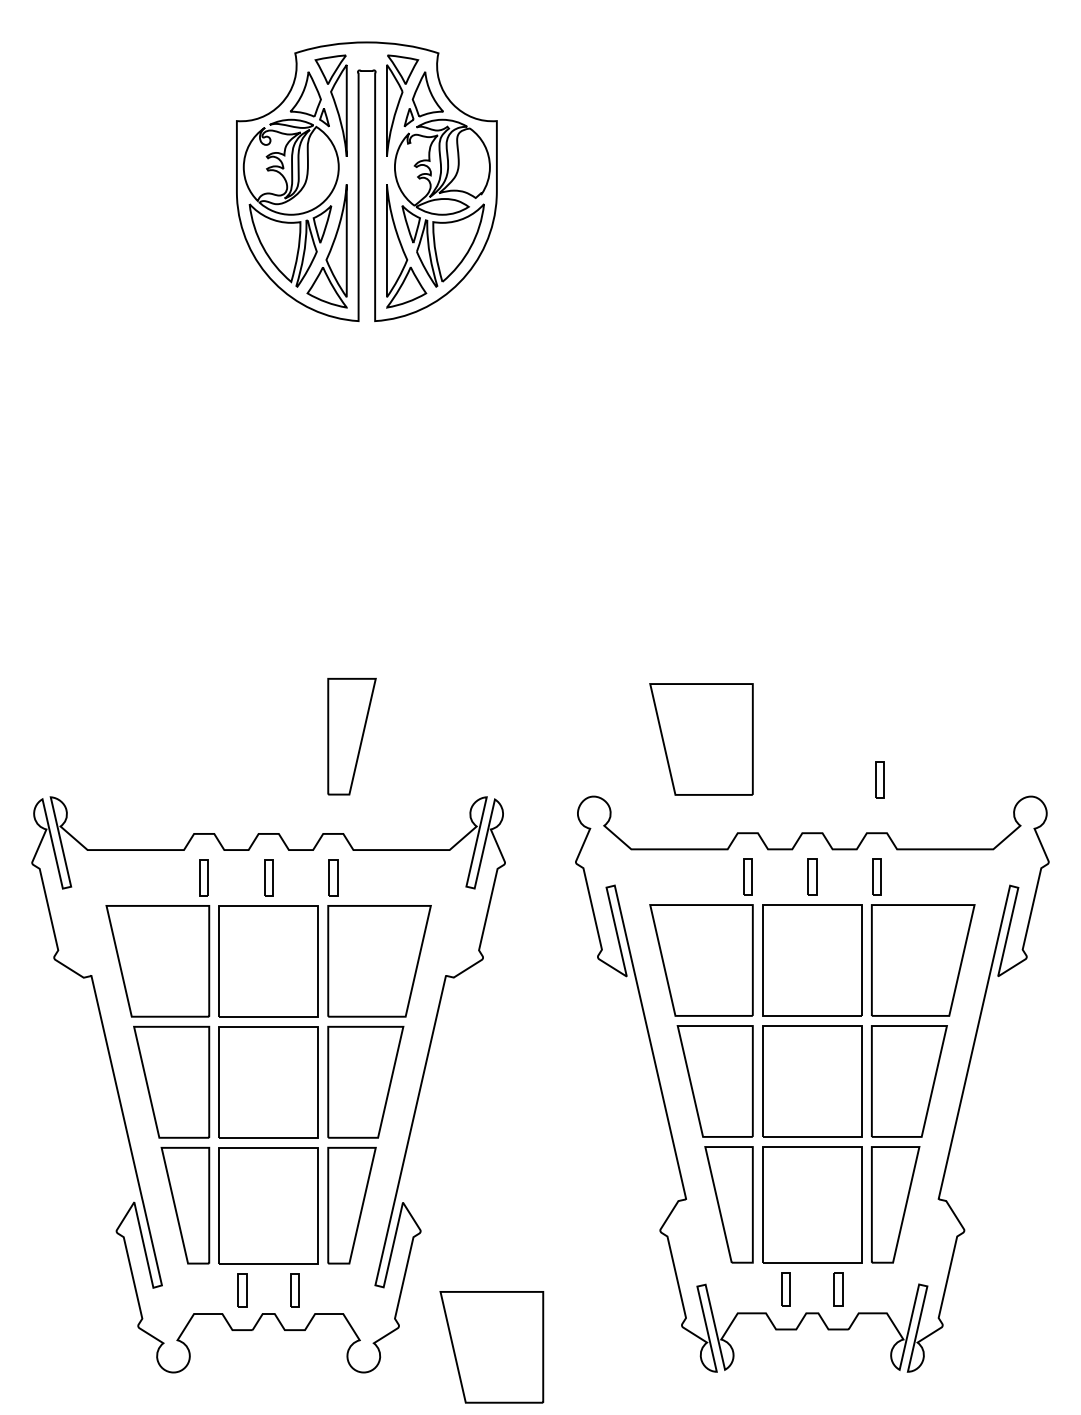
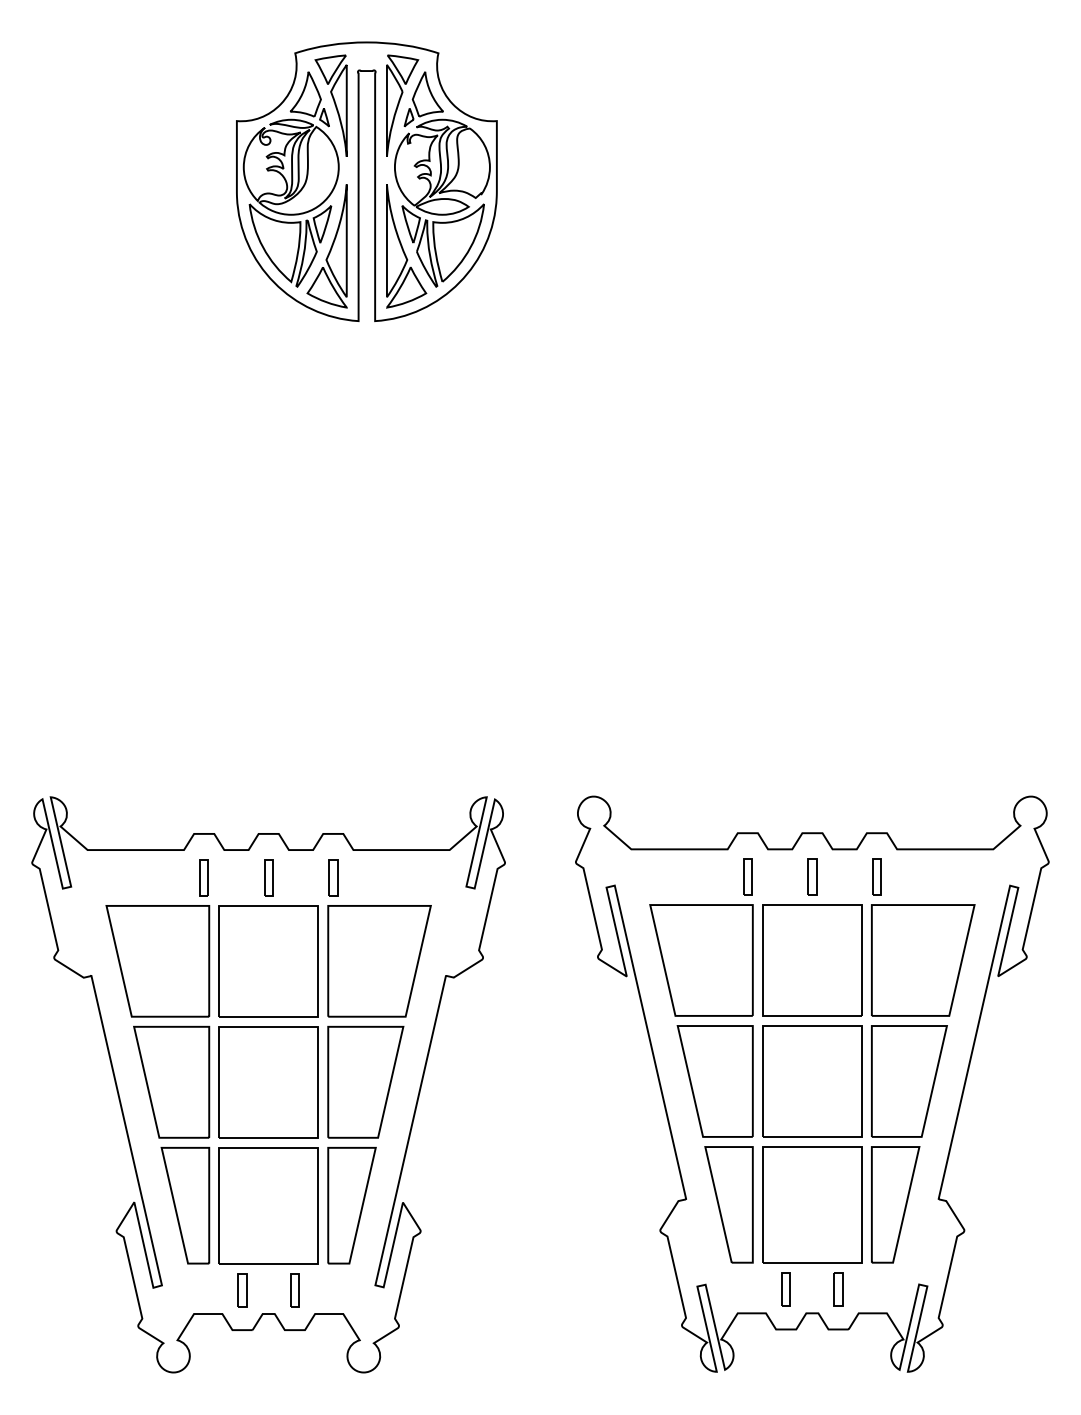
part at (351, 736): present -> none
part at (701, 739): present -> none
part at (879, 779): present -> none
part at (491, 1347): present -> none
